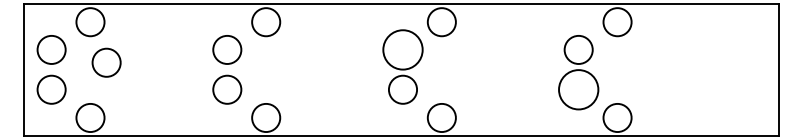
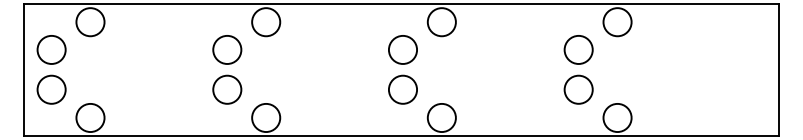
circle at (402, 49) diameter: 39 px -> 28 px
circle at (106, 62): present -> none
circle at (578, 89) diameter: 39 px -> 28 px
